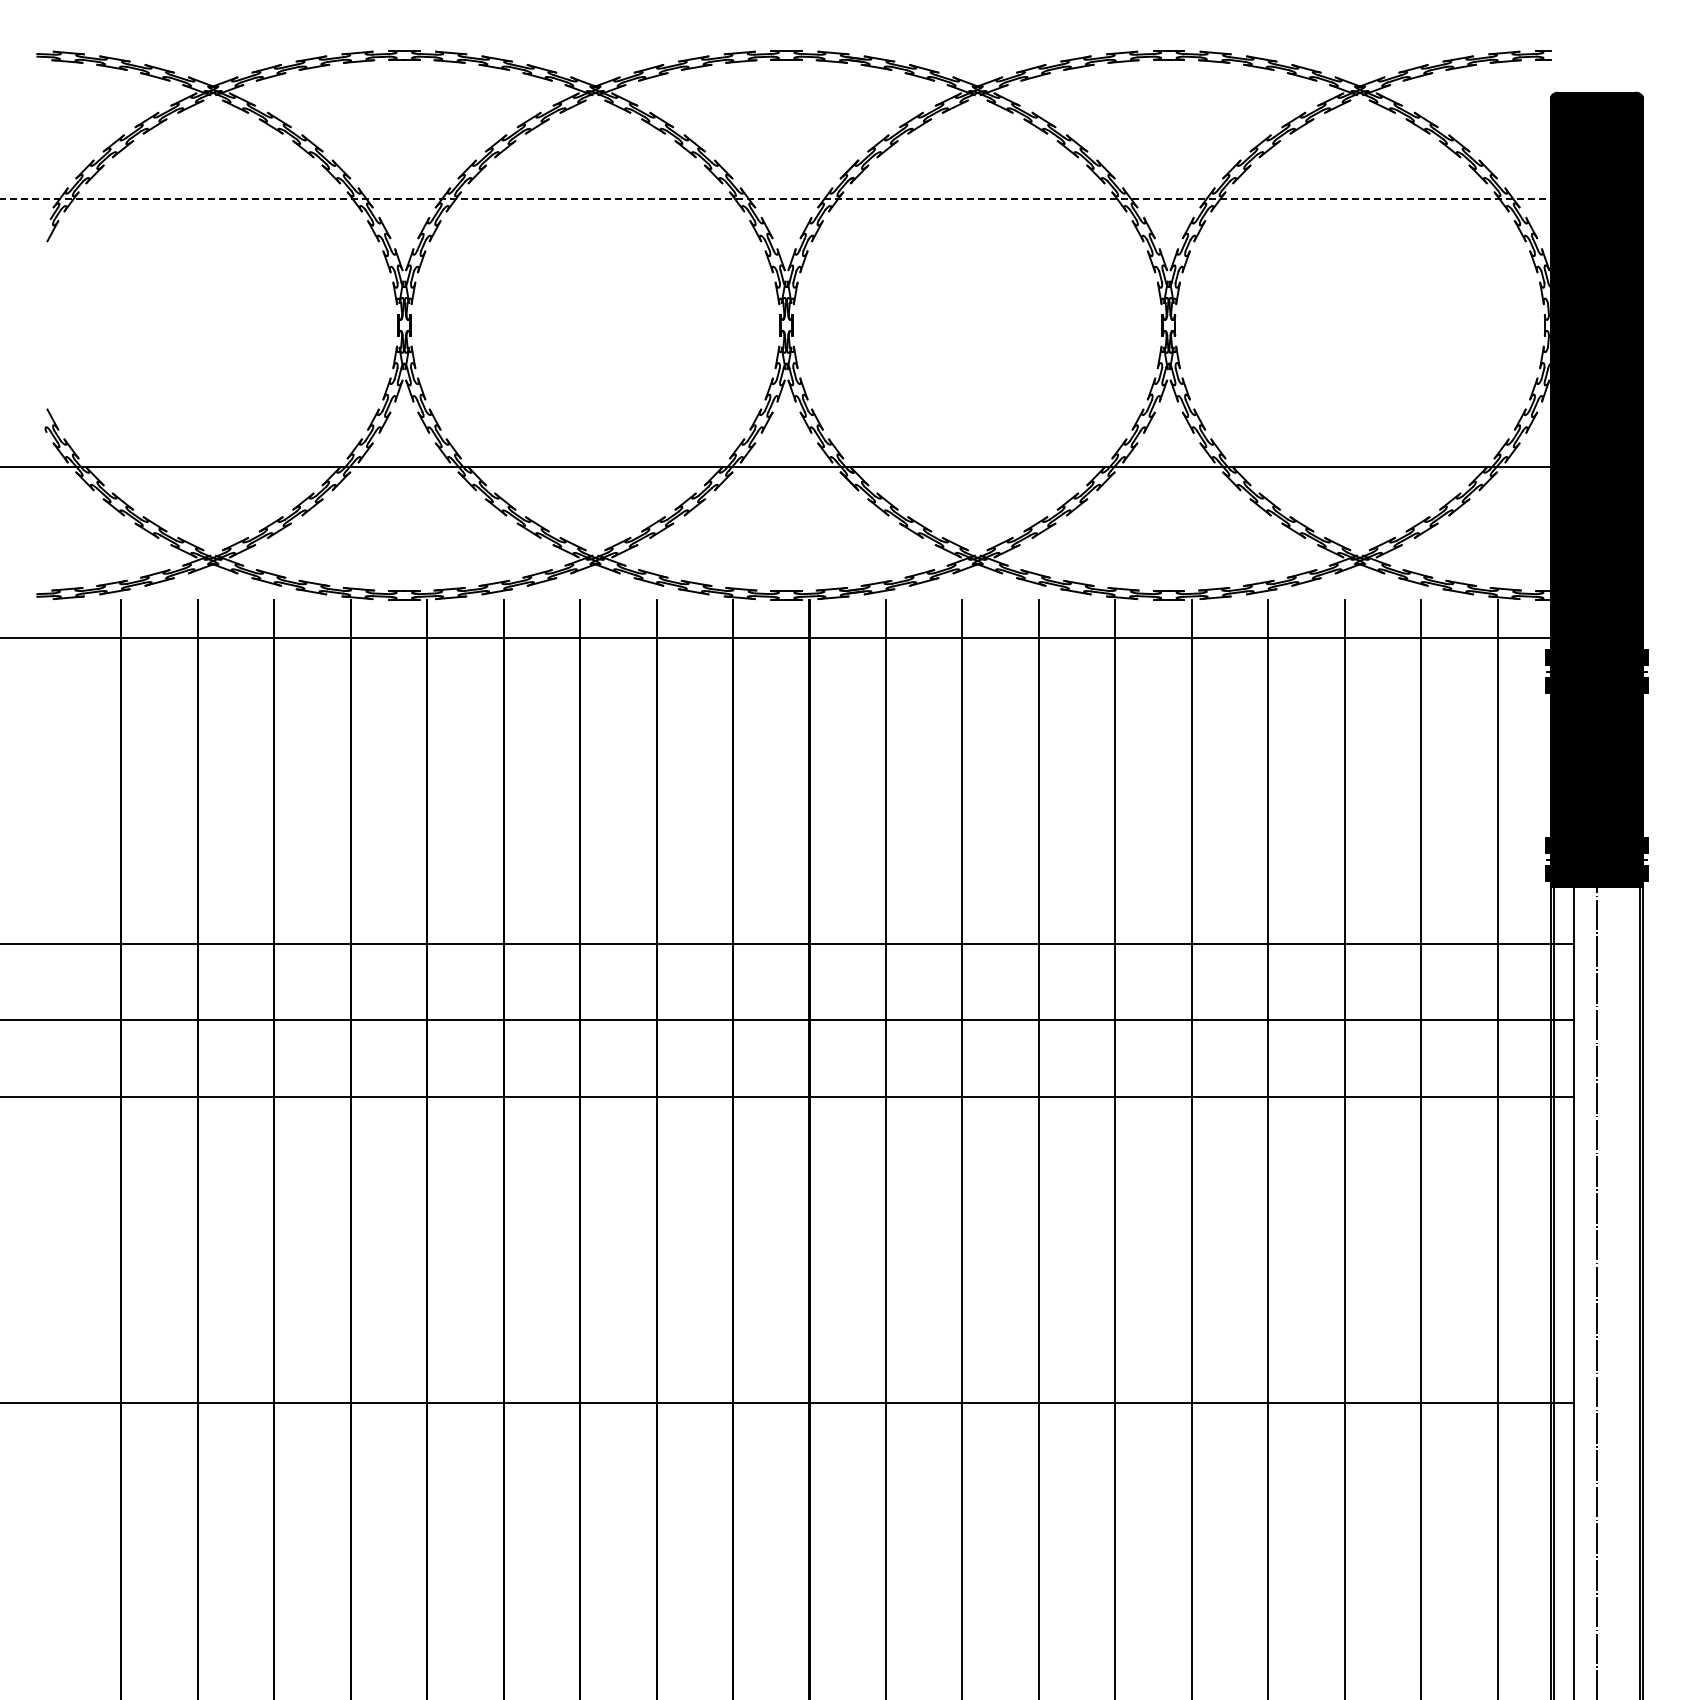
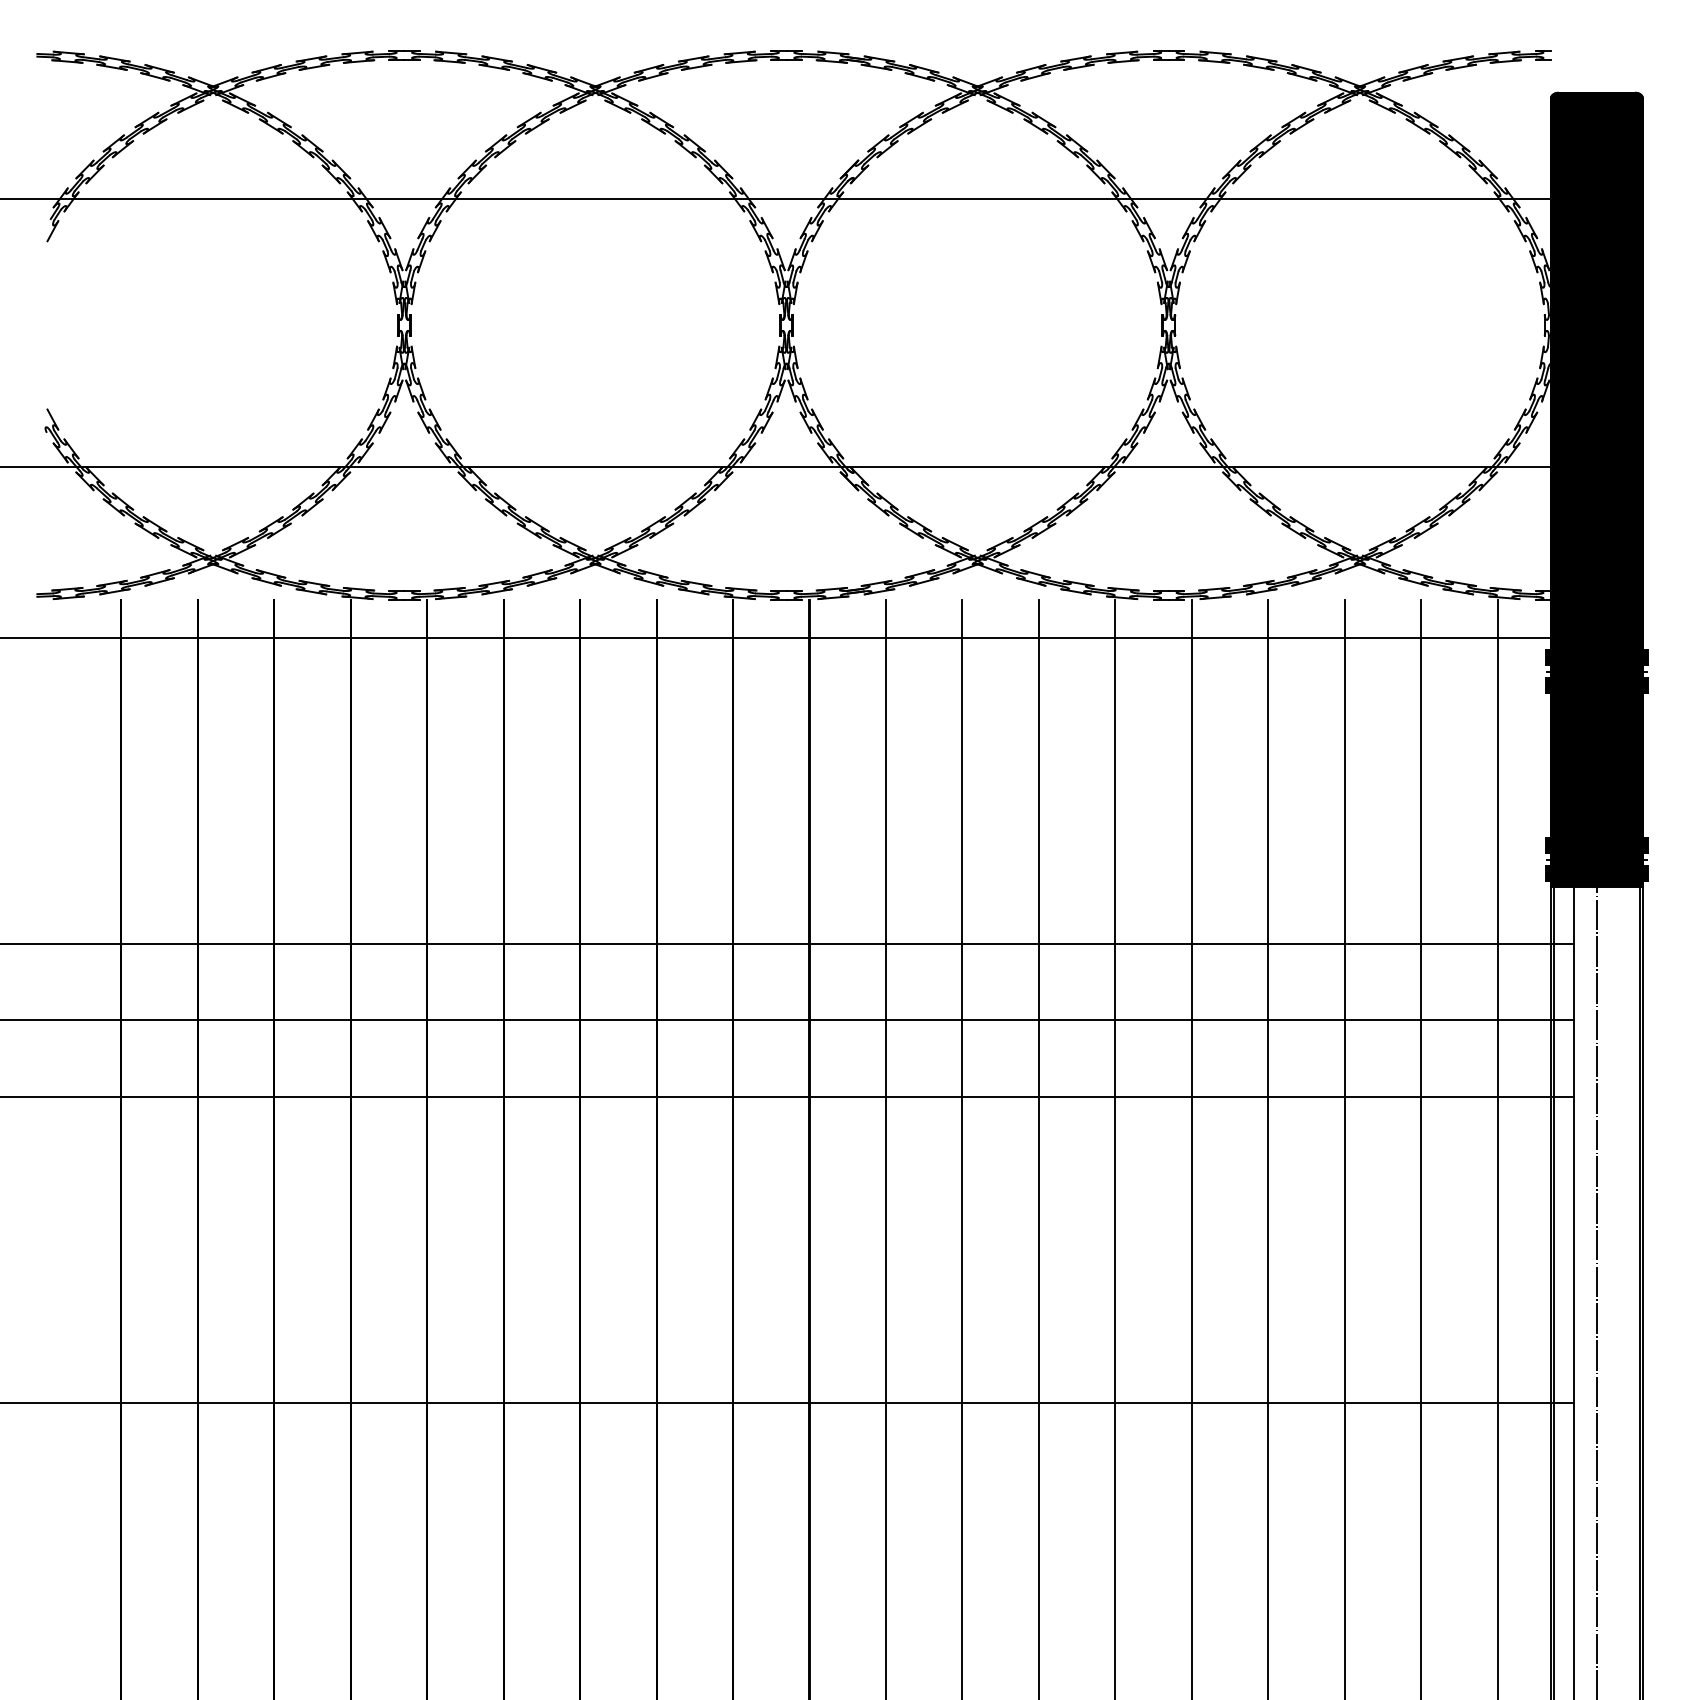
line at (796, 198): dashed -> solid
